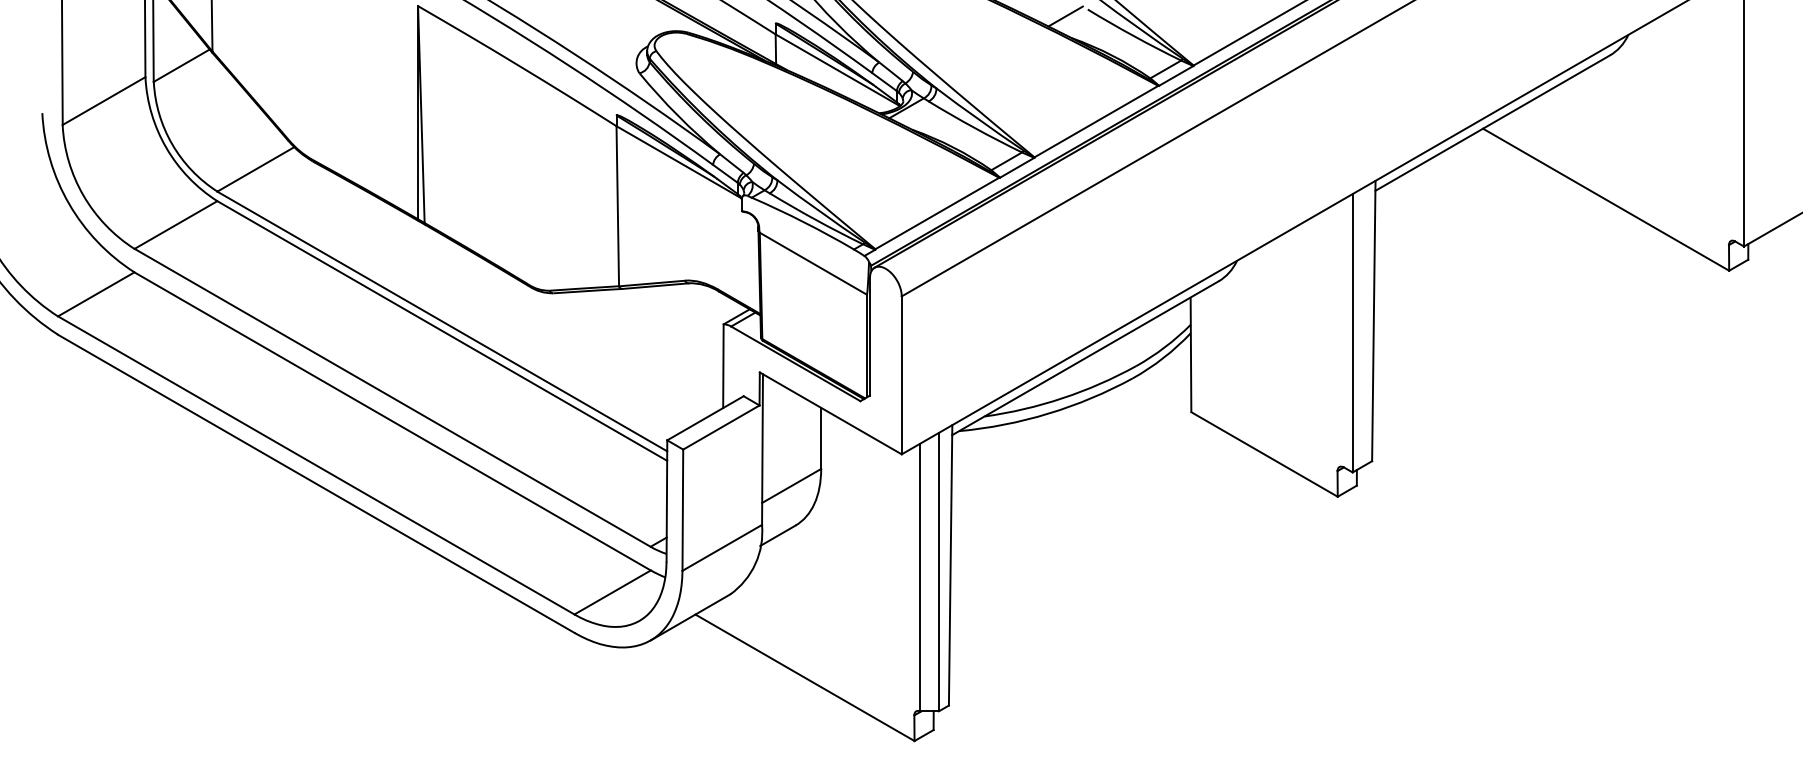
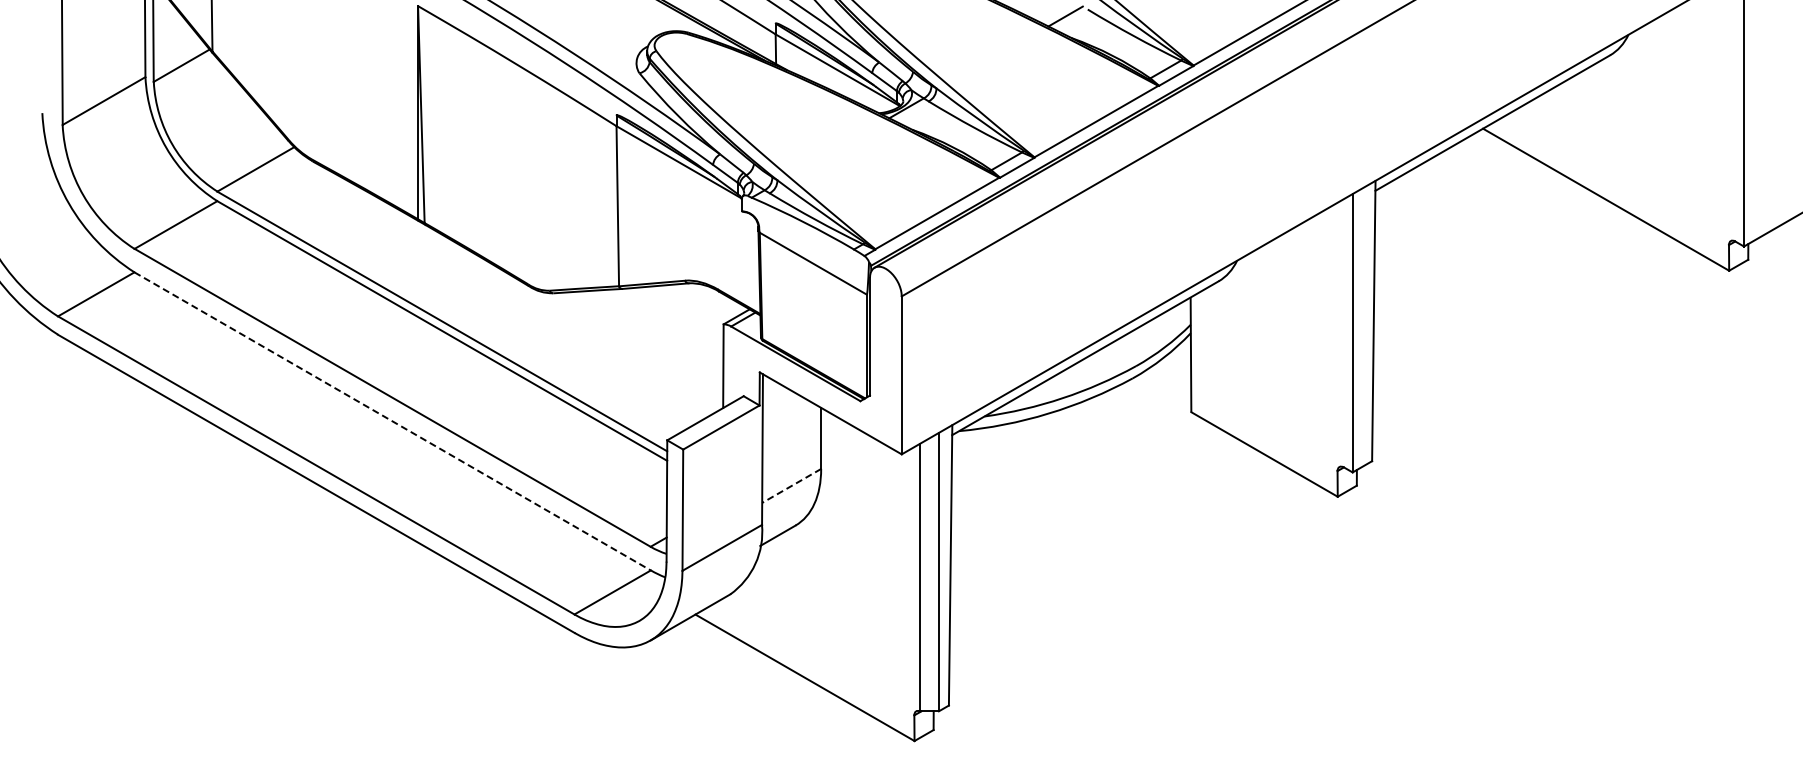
line at (393, 421): solid -> dashed
line at (791, 486): solid -> dashed
